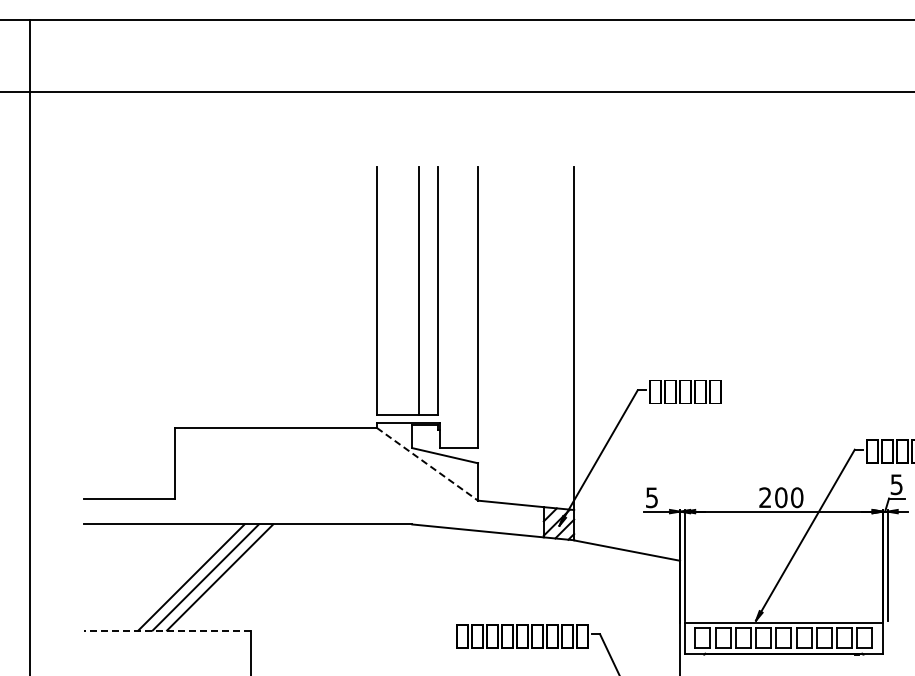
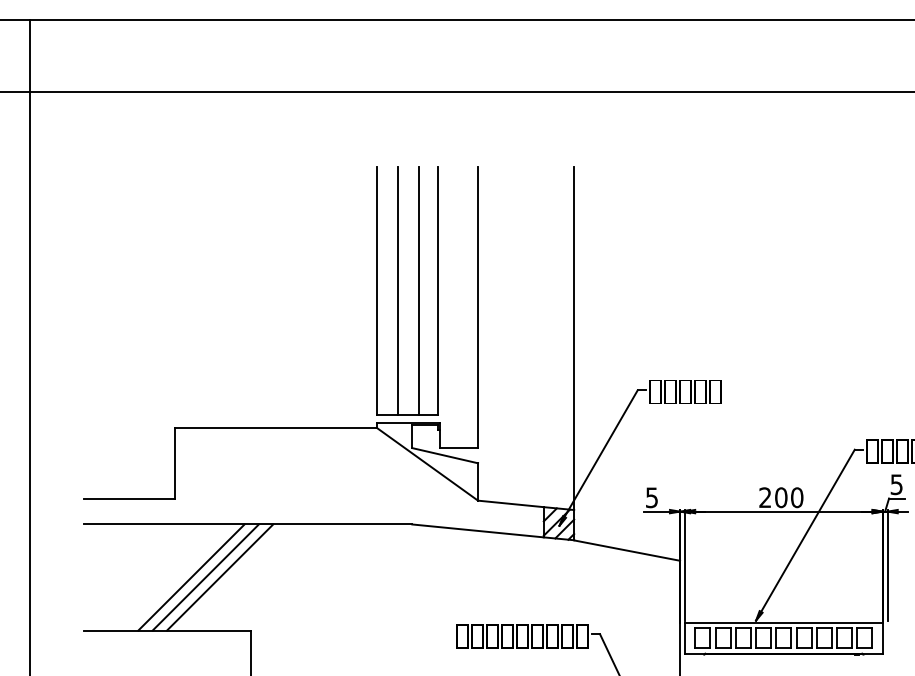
line at (398, 290): none -> present
line at (427, 464): dashed -> solid
line at (166, 630): dashed -> solid
